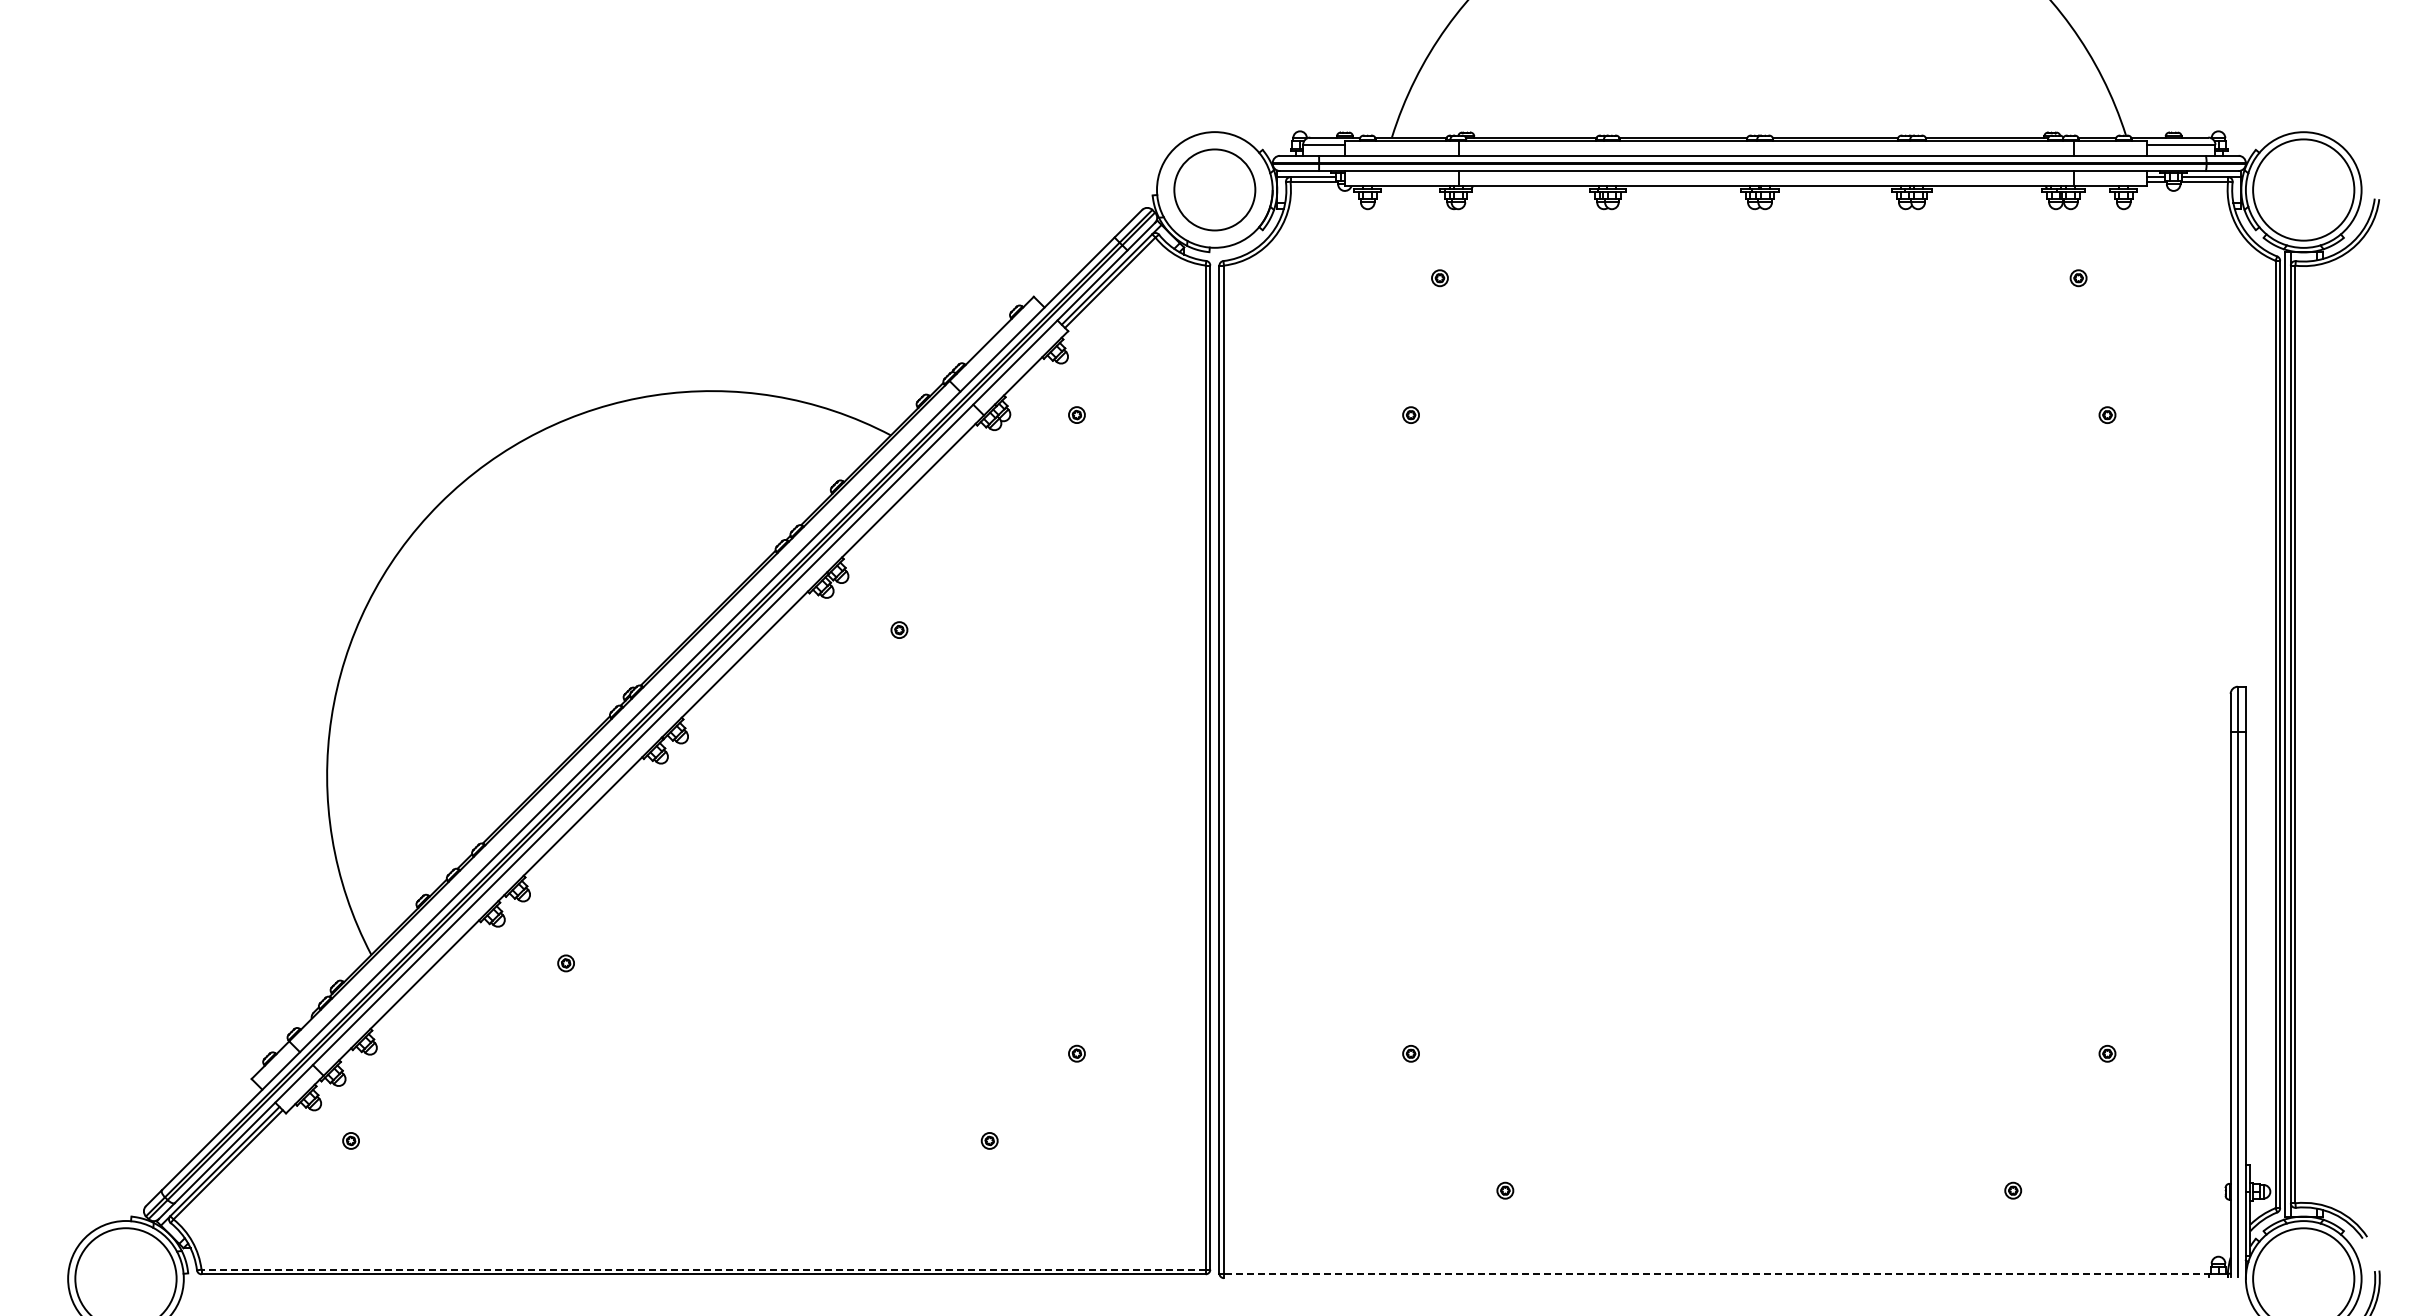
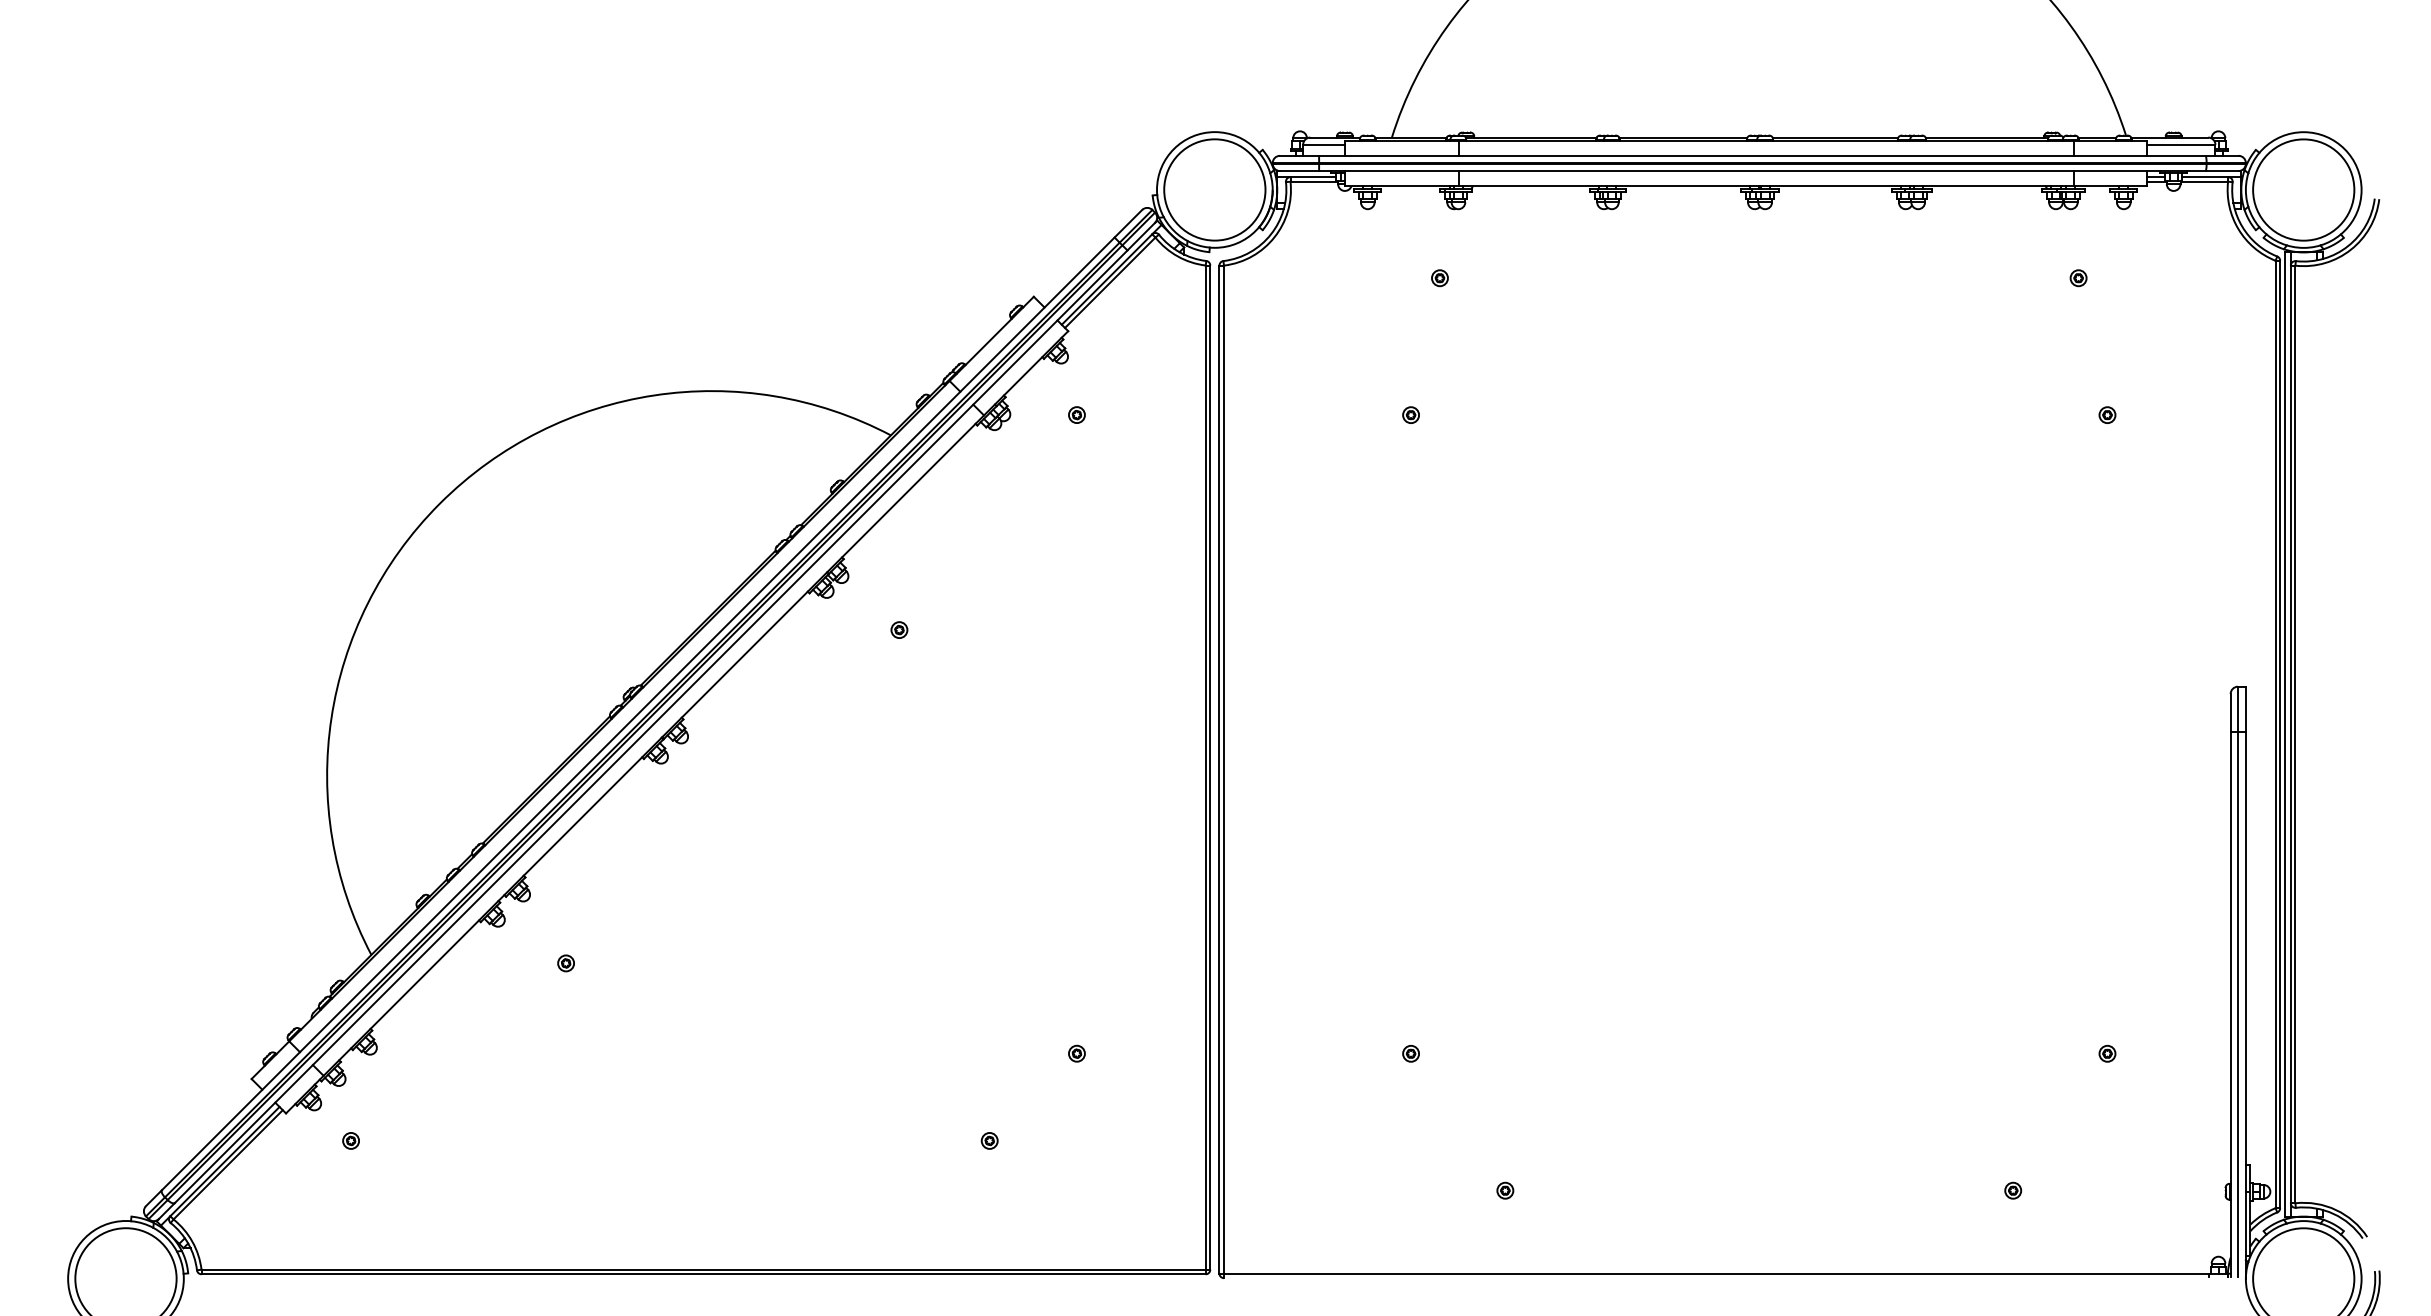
circle at (1214, 189) diameter: 81 px -> 101 px
line at (703, 1269): dashed -> solid
line at (1716, 1273): dashed -> solid
